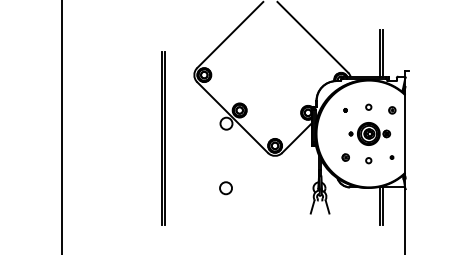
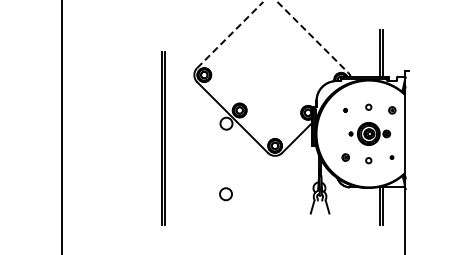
line at (230, 34): solid -> dashed
line at (313, 37): solid -> dashed
circle at (225, 188) position: (225, 188) -> (225, 194)
